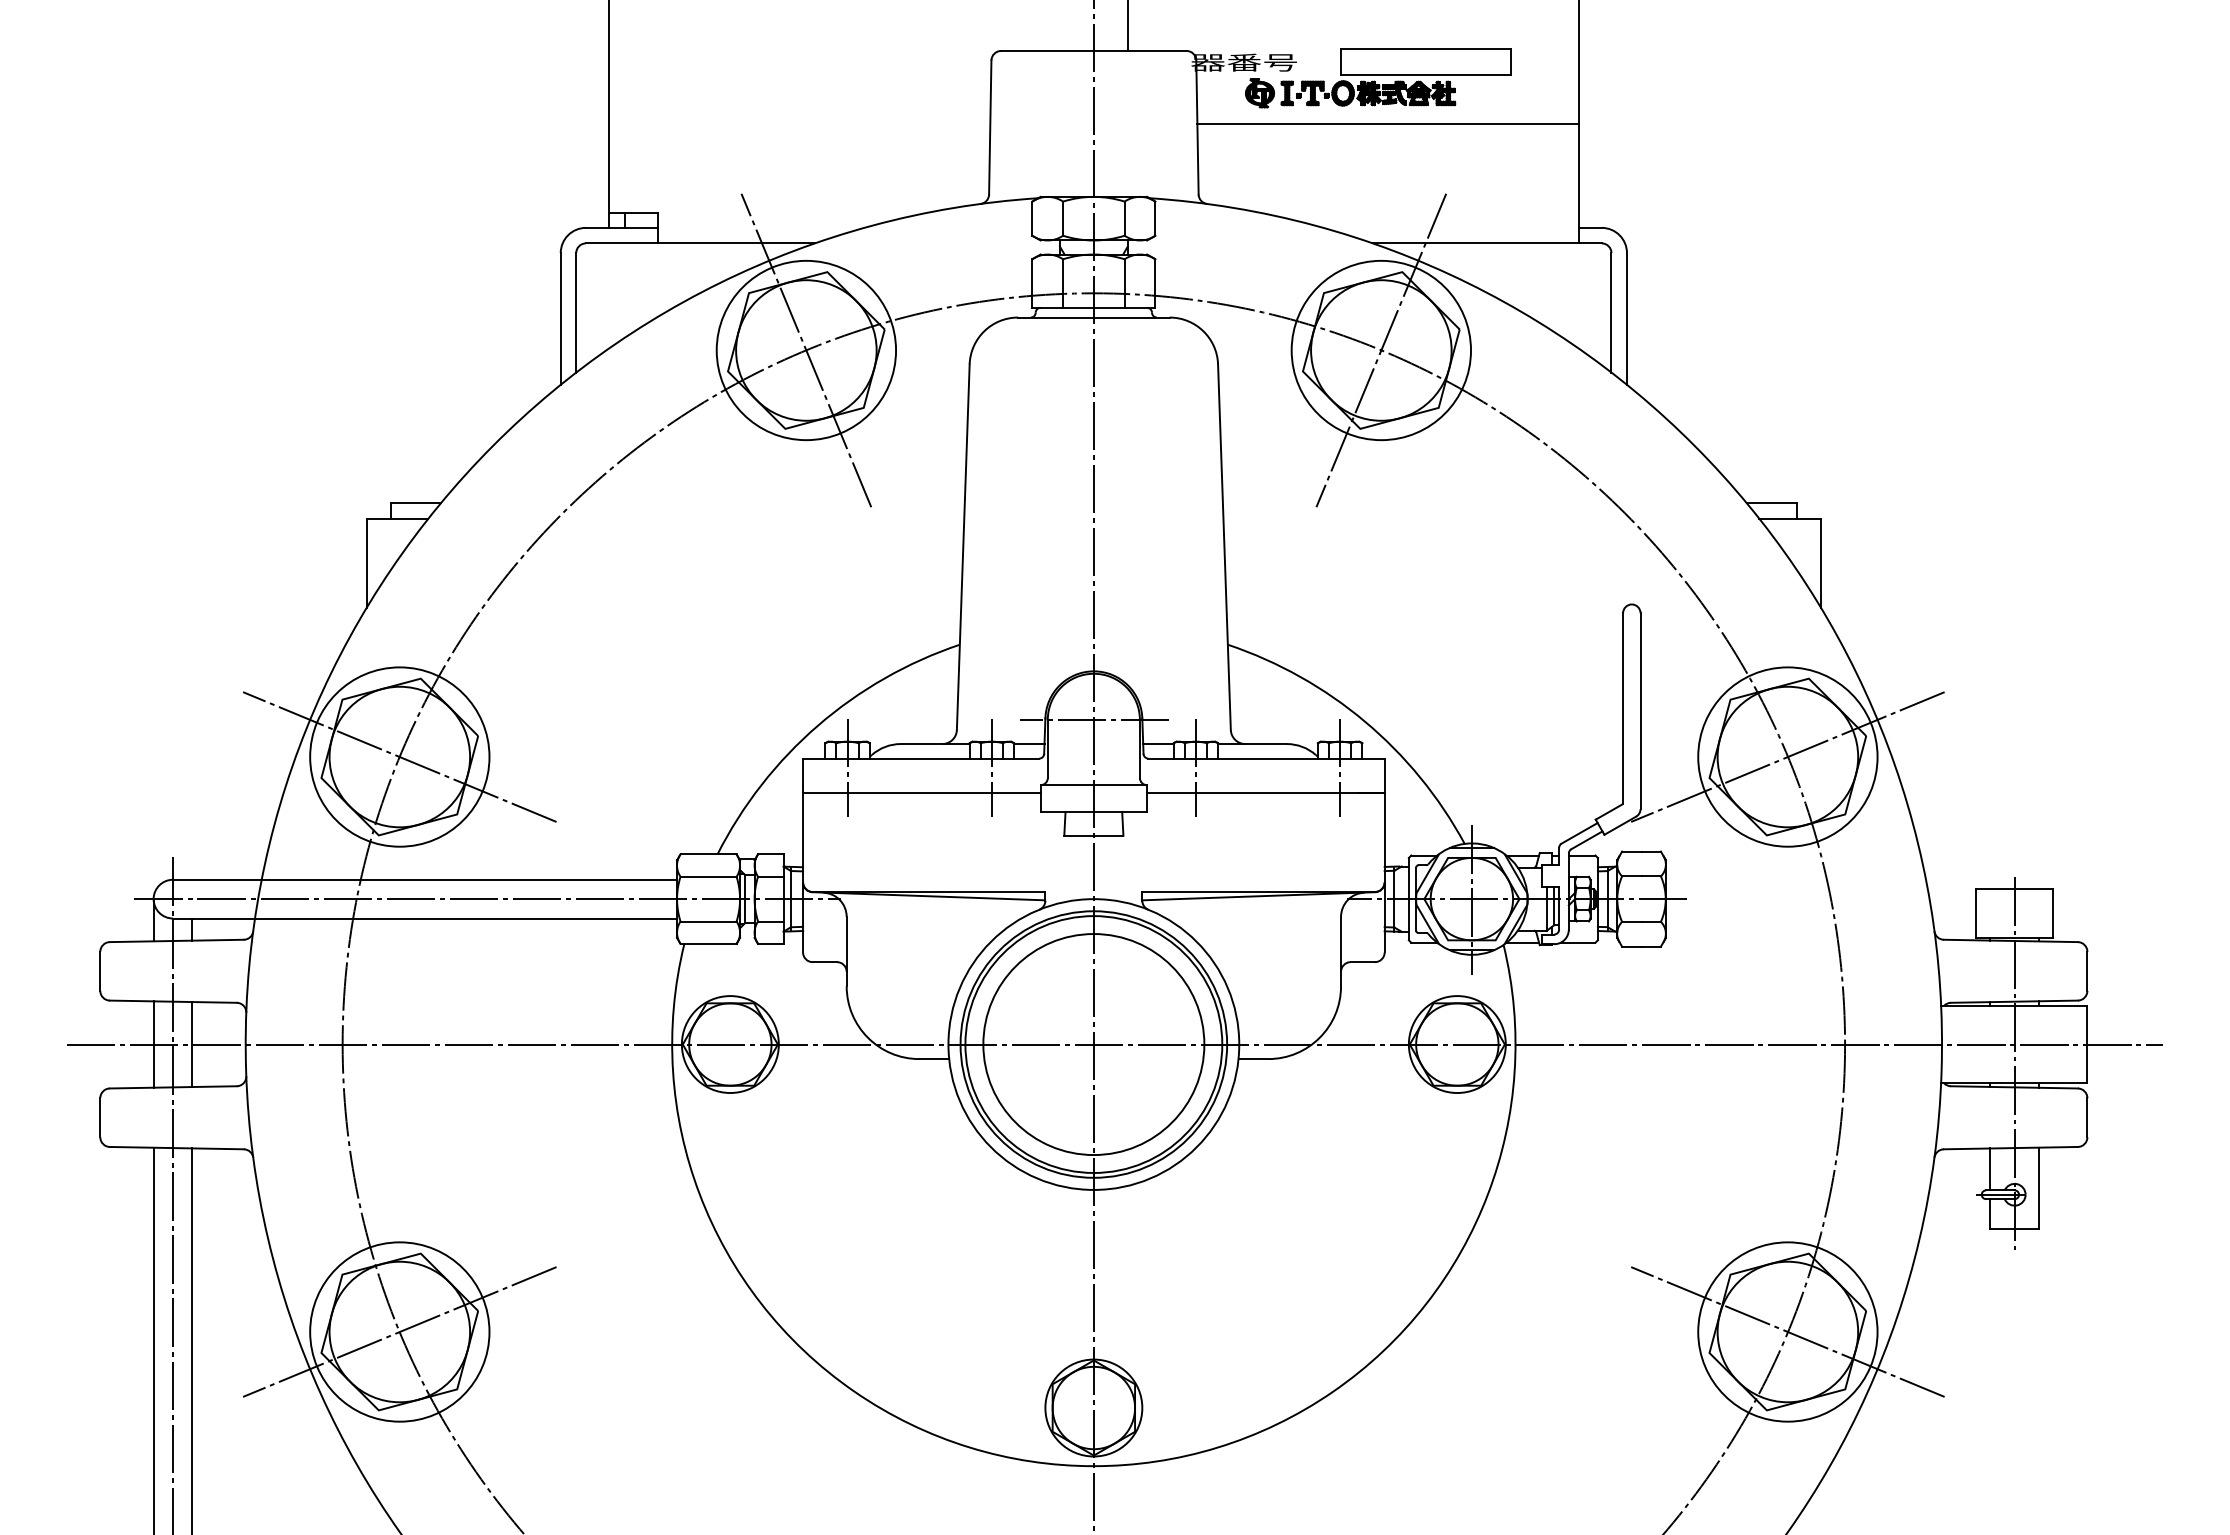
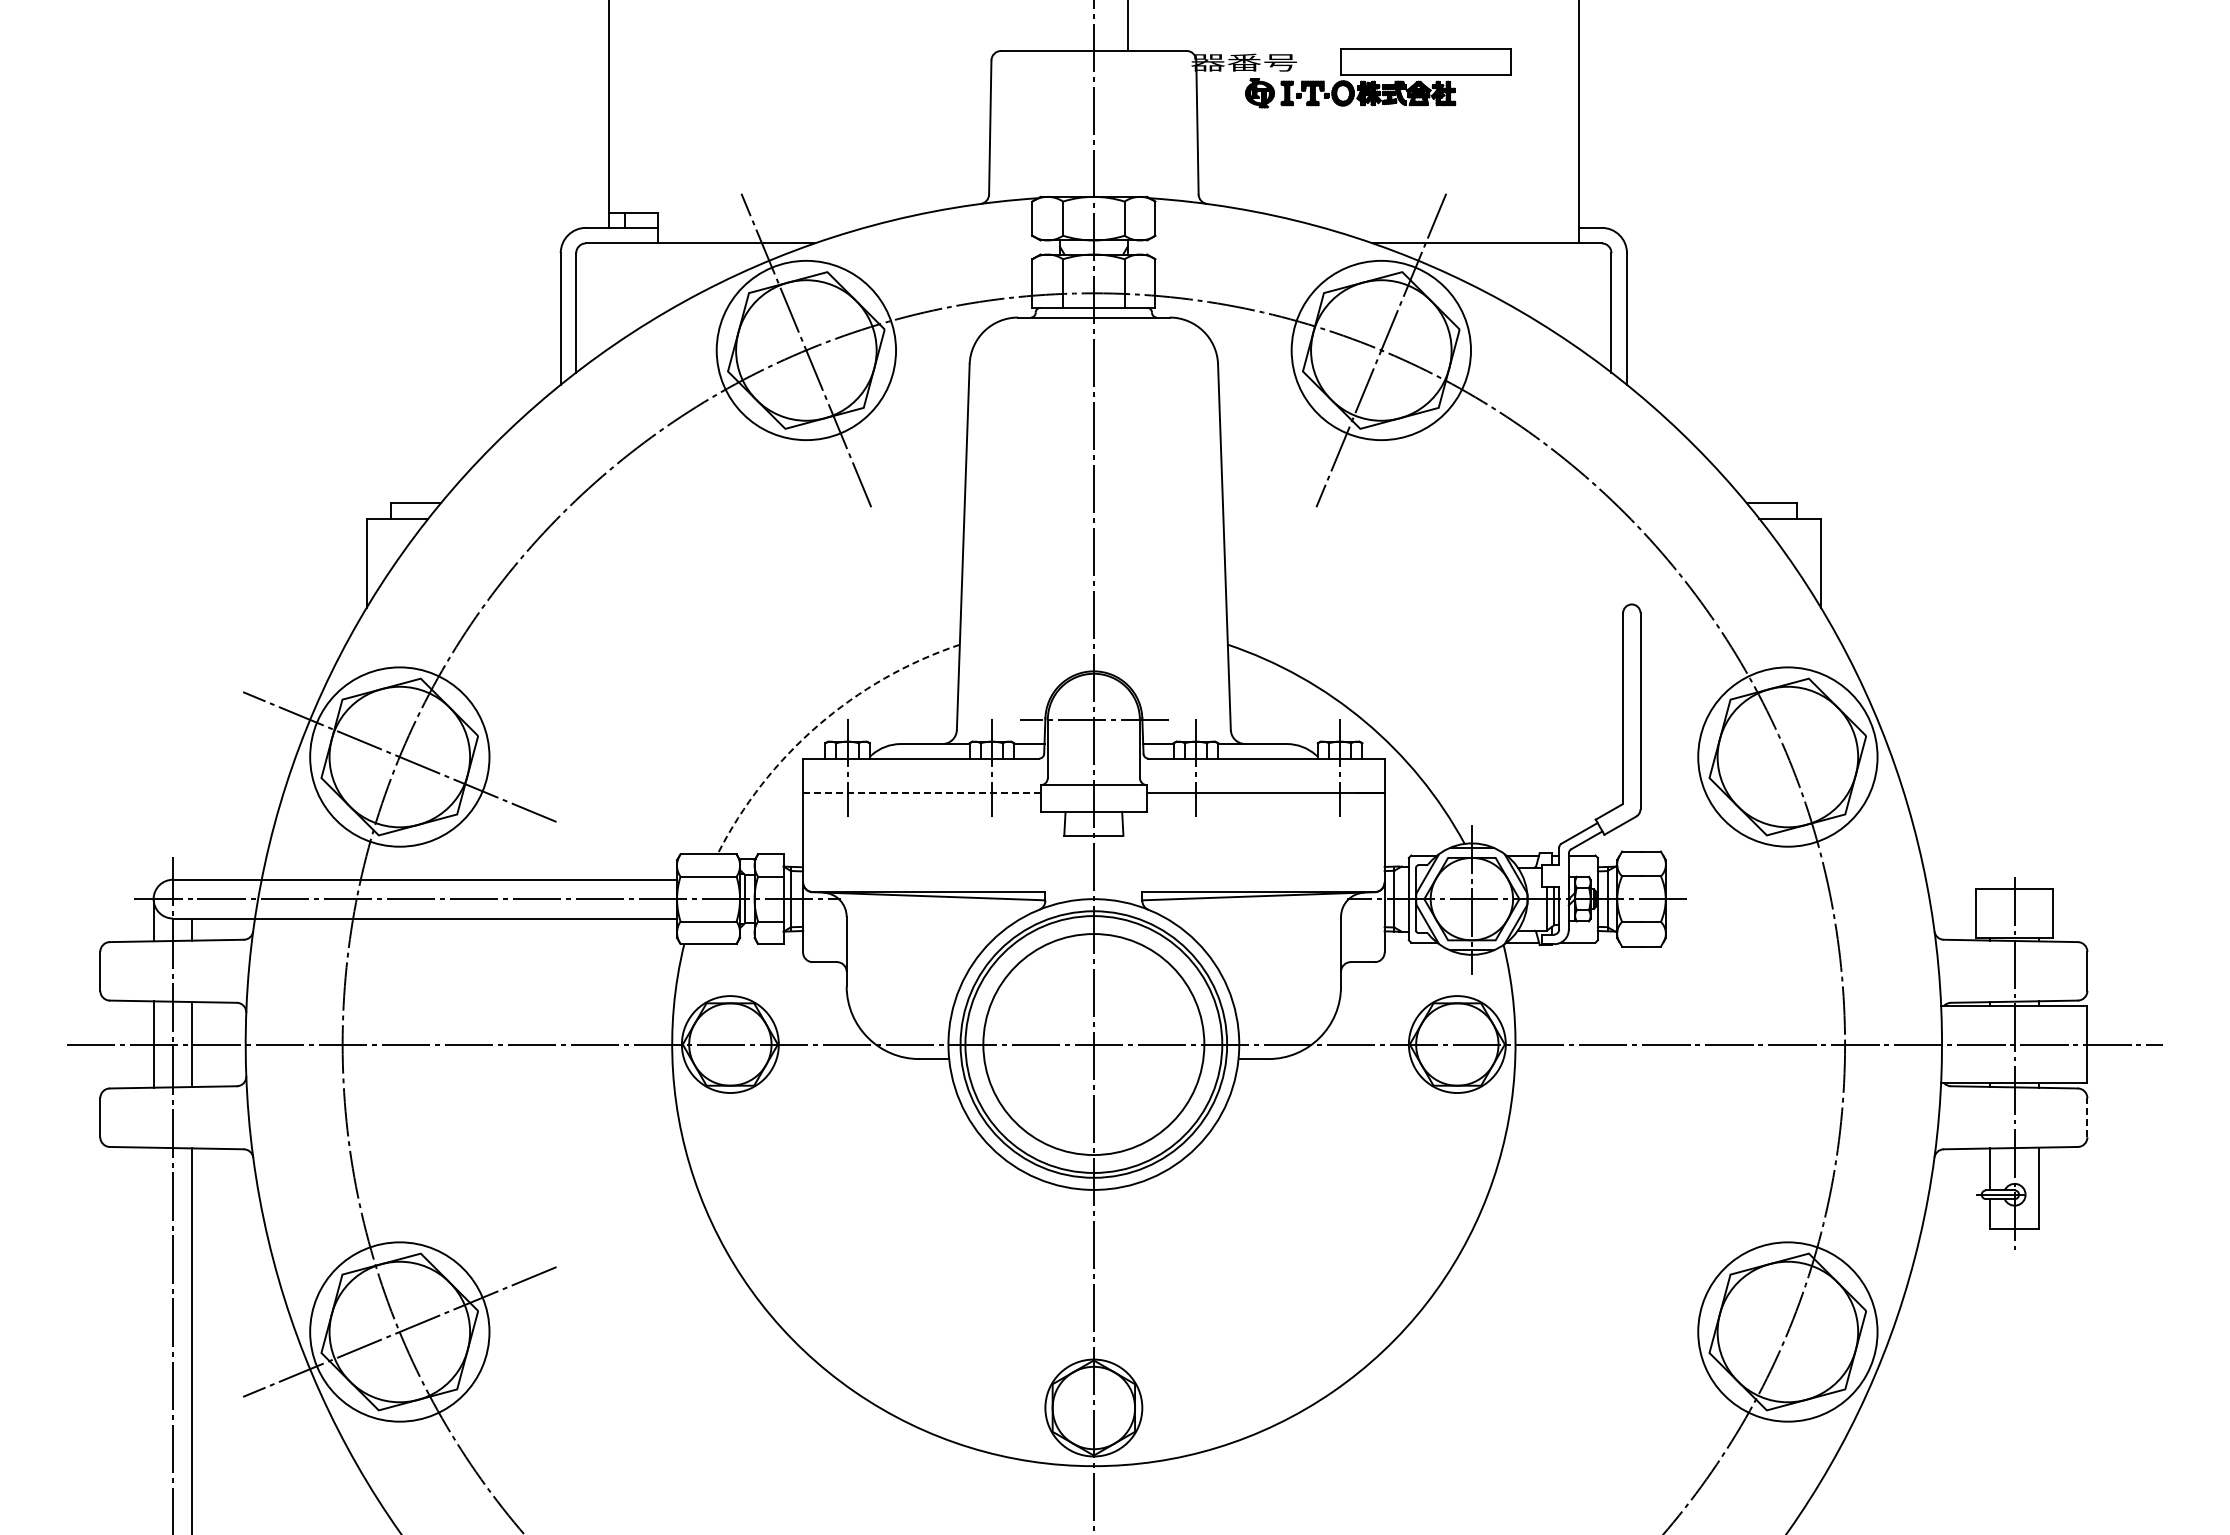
line at (1387, 123): present -> none
arc at (818, 725): solid -> dashed
line at (1787, 756): present -> none
line at (921, 792): solid -> dashed
line at (2087, 1117): solid -> dashed
line at (1787, 1331): present -> none
line at (153, 1339): present -> none
